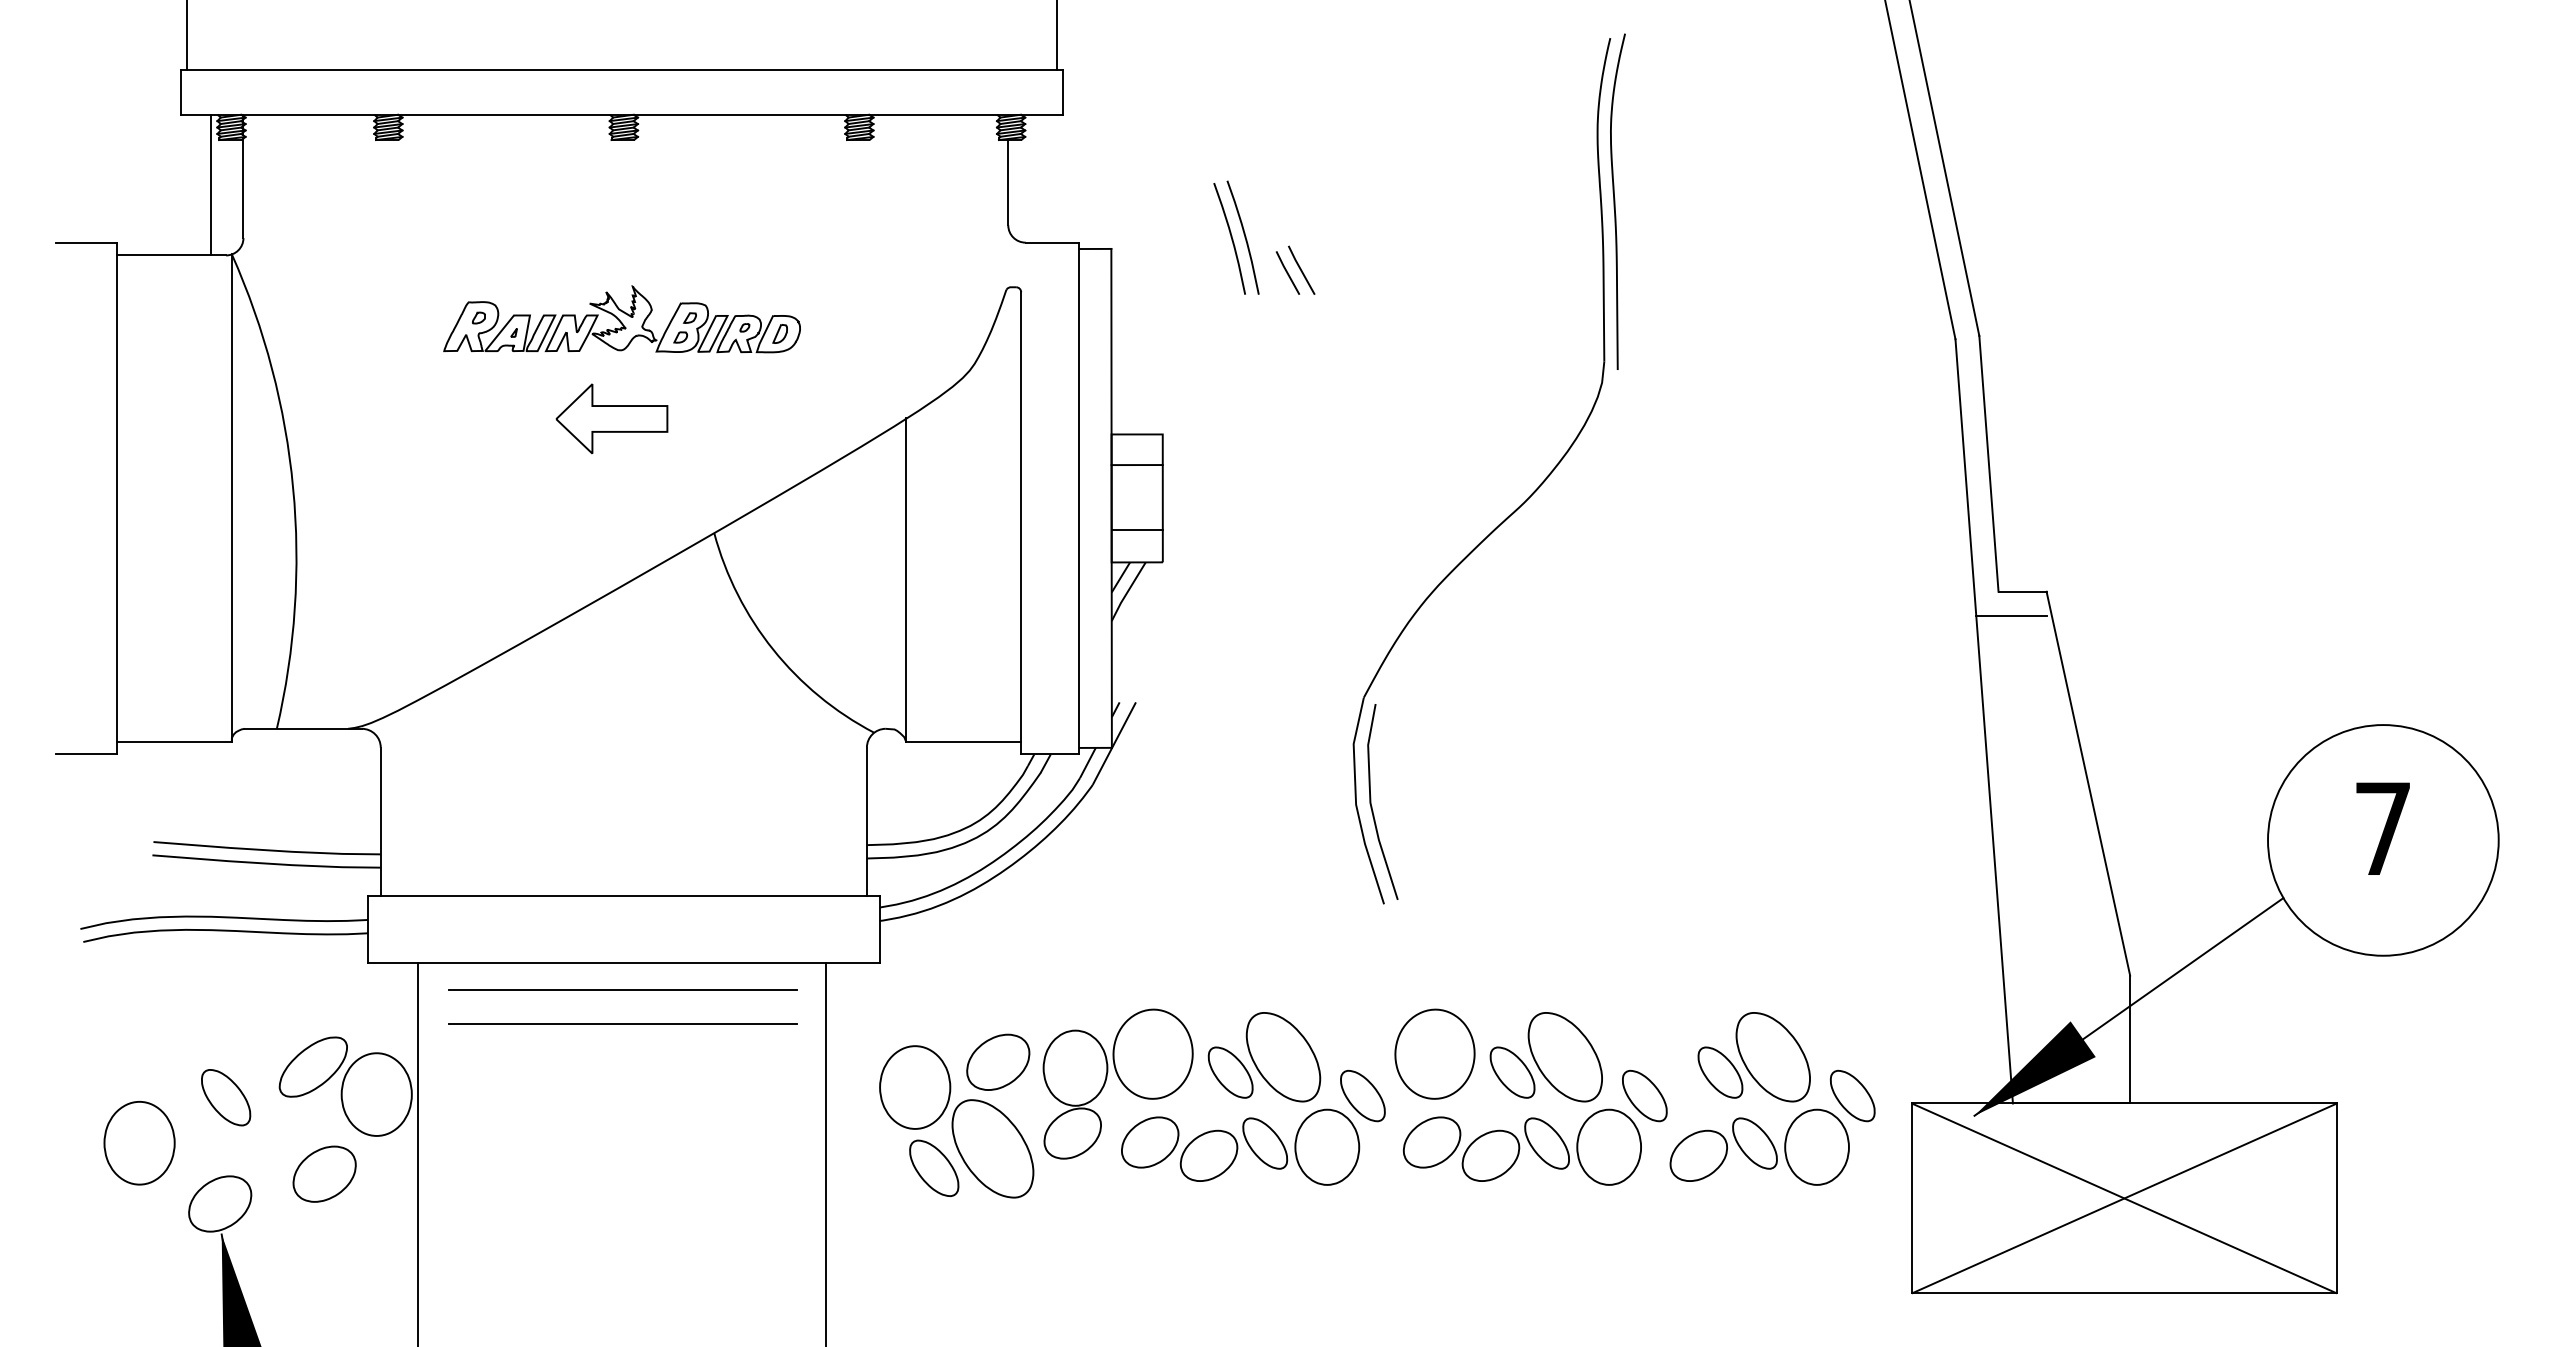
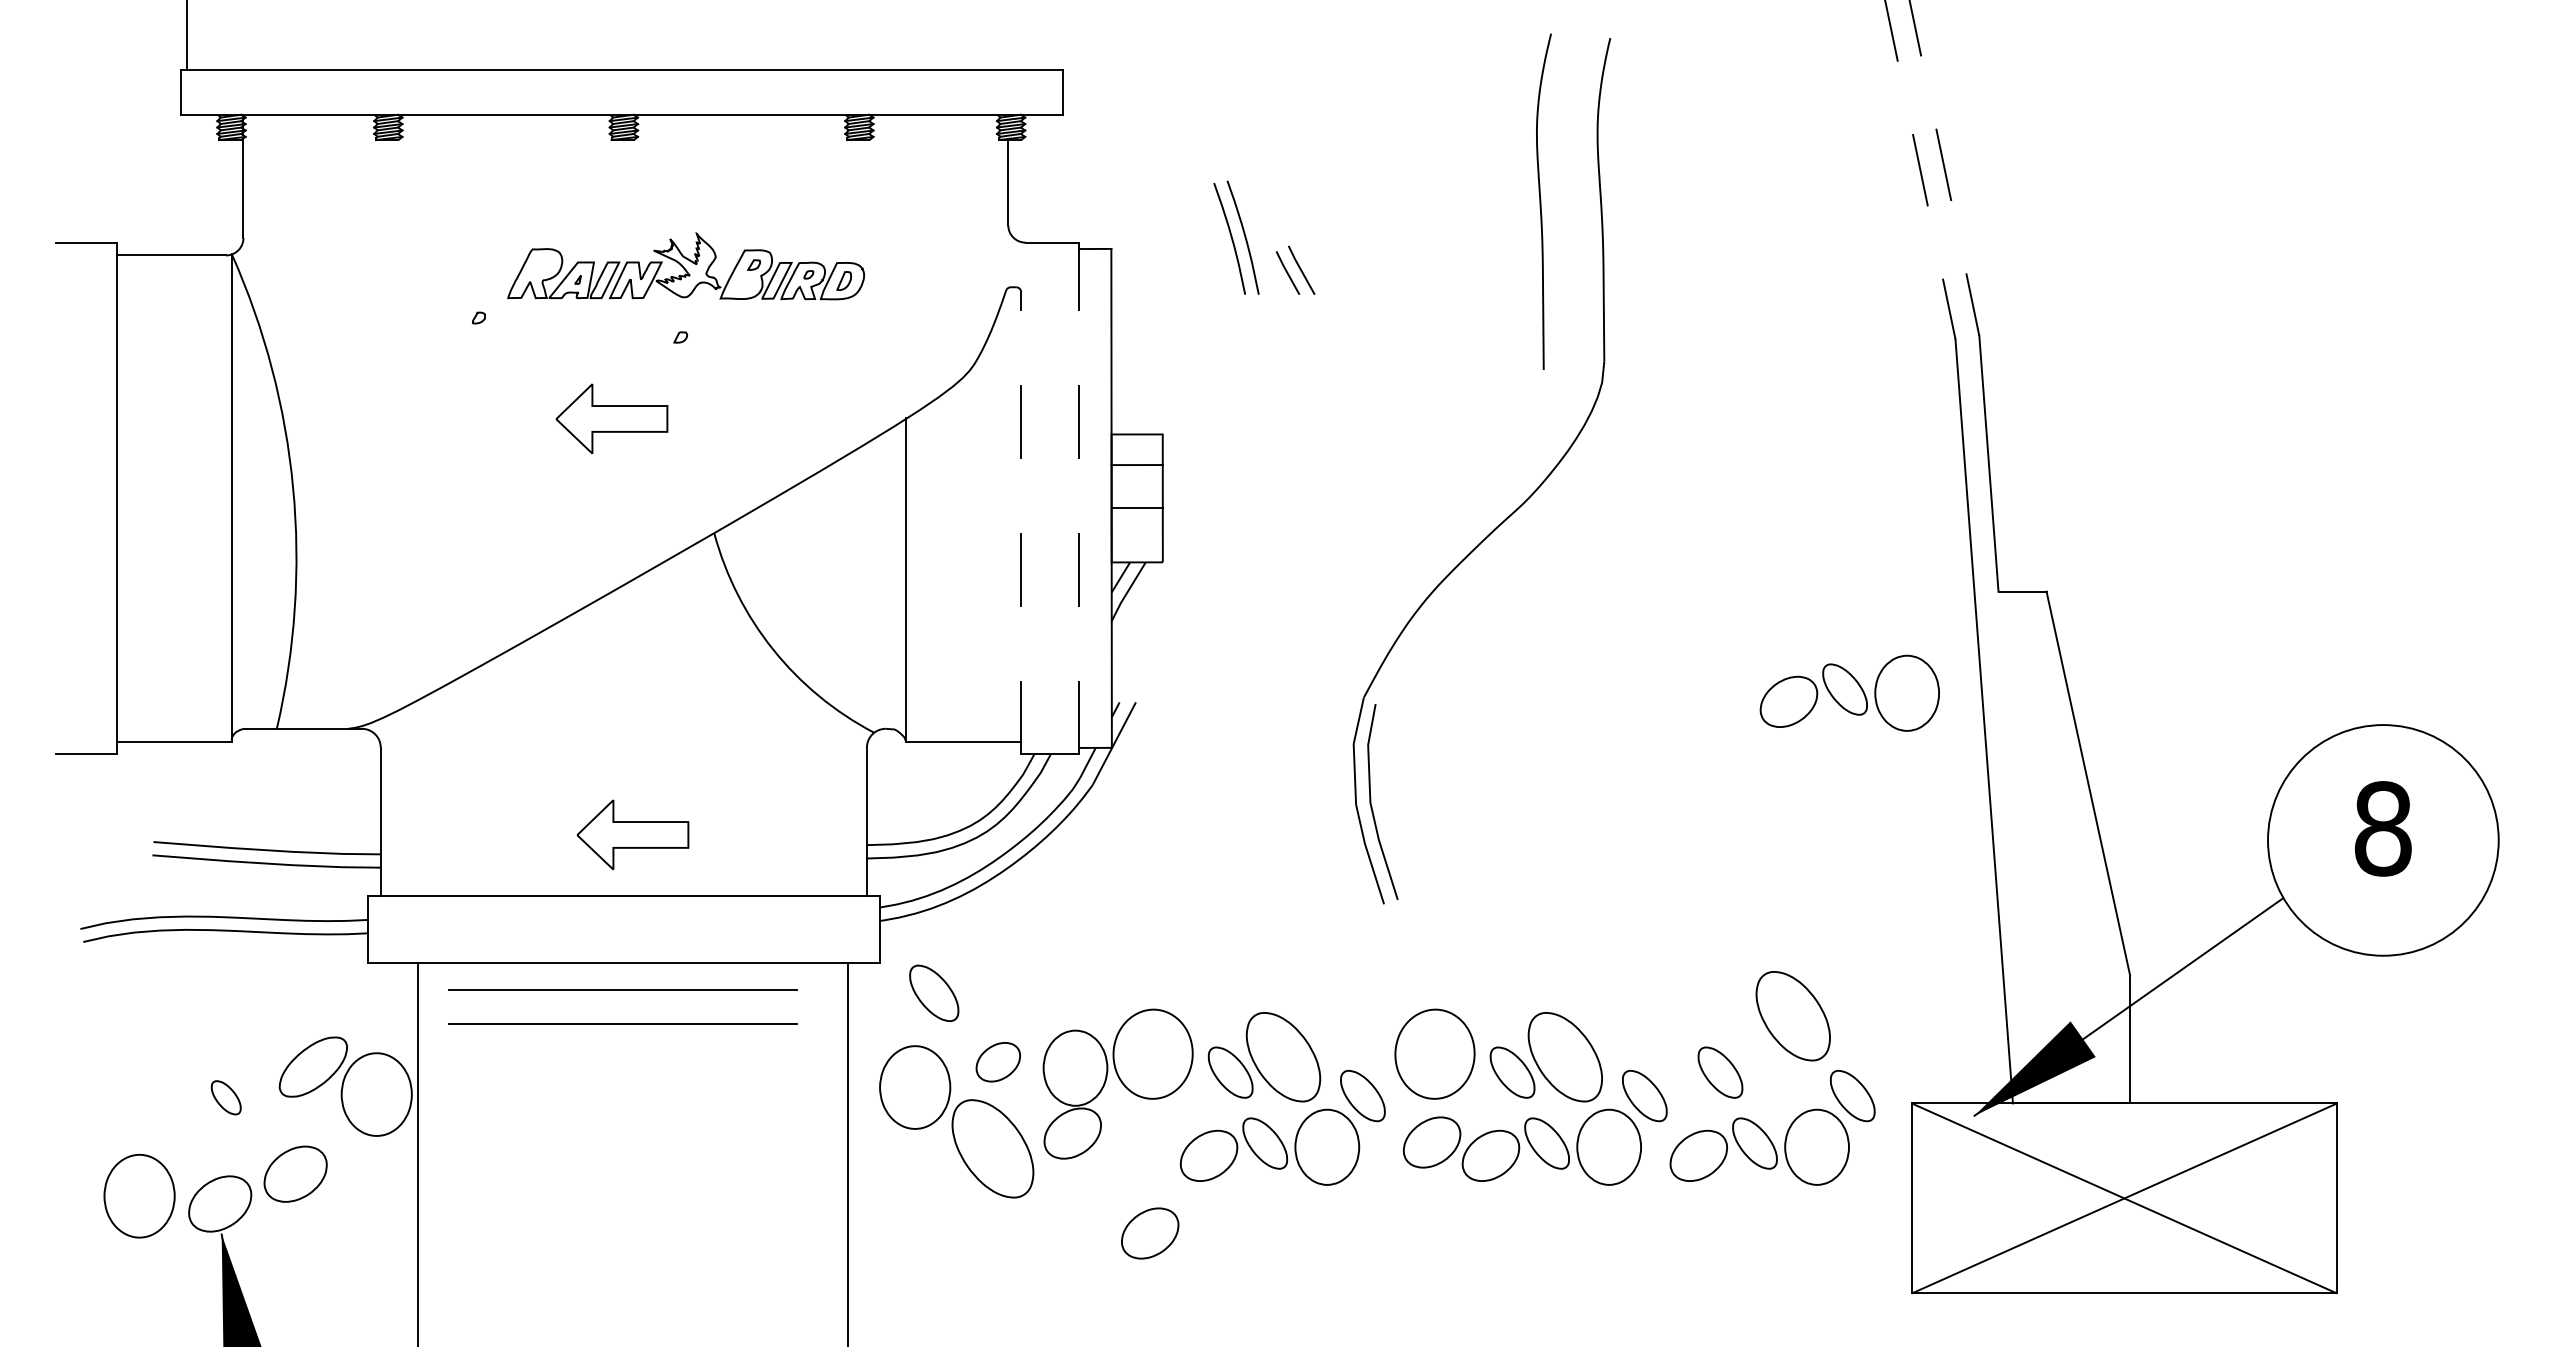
line at (1057, 35): present -> none
line at (1944, 168): solid -> dashed
line at (1920, 170): solid -> dashed
line at (210, 184): present -> none
curve at (1615, 201) position: (1615, 201) -> (1541, 201)
part at (621, 319) position: (621, 319) -> (685, 266)
line at (1079, 498): solid -> dashed
line at (1021, 522): solid -> dashed
line at (1136, 530) position: (1136, 530) -> (1136, 508)
line at (2011, 615): present -> none
part at (1849, 692): none -> present
text at (2382, 828): 7 -> 8
part at (632, 834): none -> present
part at (1772, 1057) position: (1772, 1057) -> (1792, 1016)
part at (998, 1061) size: 65x58 px -> 46x41 px
part at (226, 1097) size: 51x58 px -> 32x36 px
part at (1150, 1142) position: (1150, 1142) -> (1150, 1233)
part at (139, 1143) position: (139, 1143) -> (139, 1196)
line at (826, 1152) position: (826, 1152) -> (848, 1152)
part at (934, 1167) position: (934, 1167) -> (934, 992)
part at (324, 1173) position: (324, 1173) -> (295, 1173)
